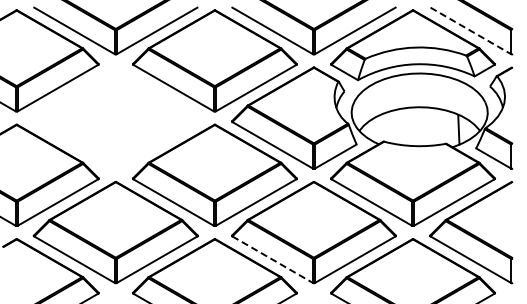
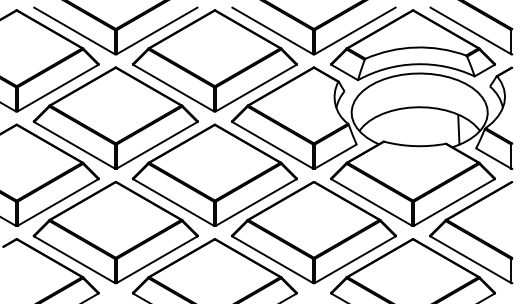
line at (470, 30): dashed -> solid
part at (115, 117): none -> present
line at (272, 259): dashed -> solid
